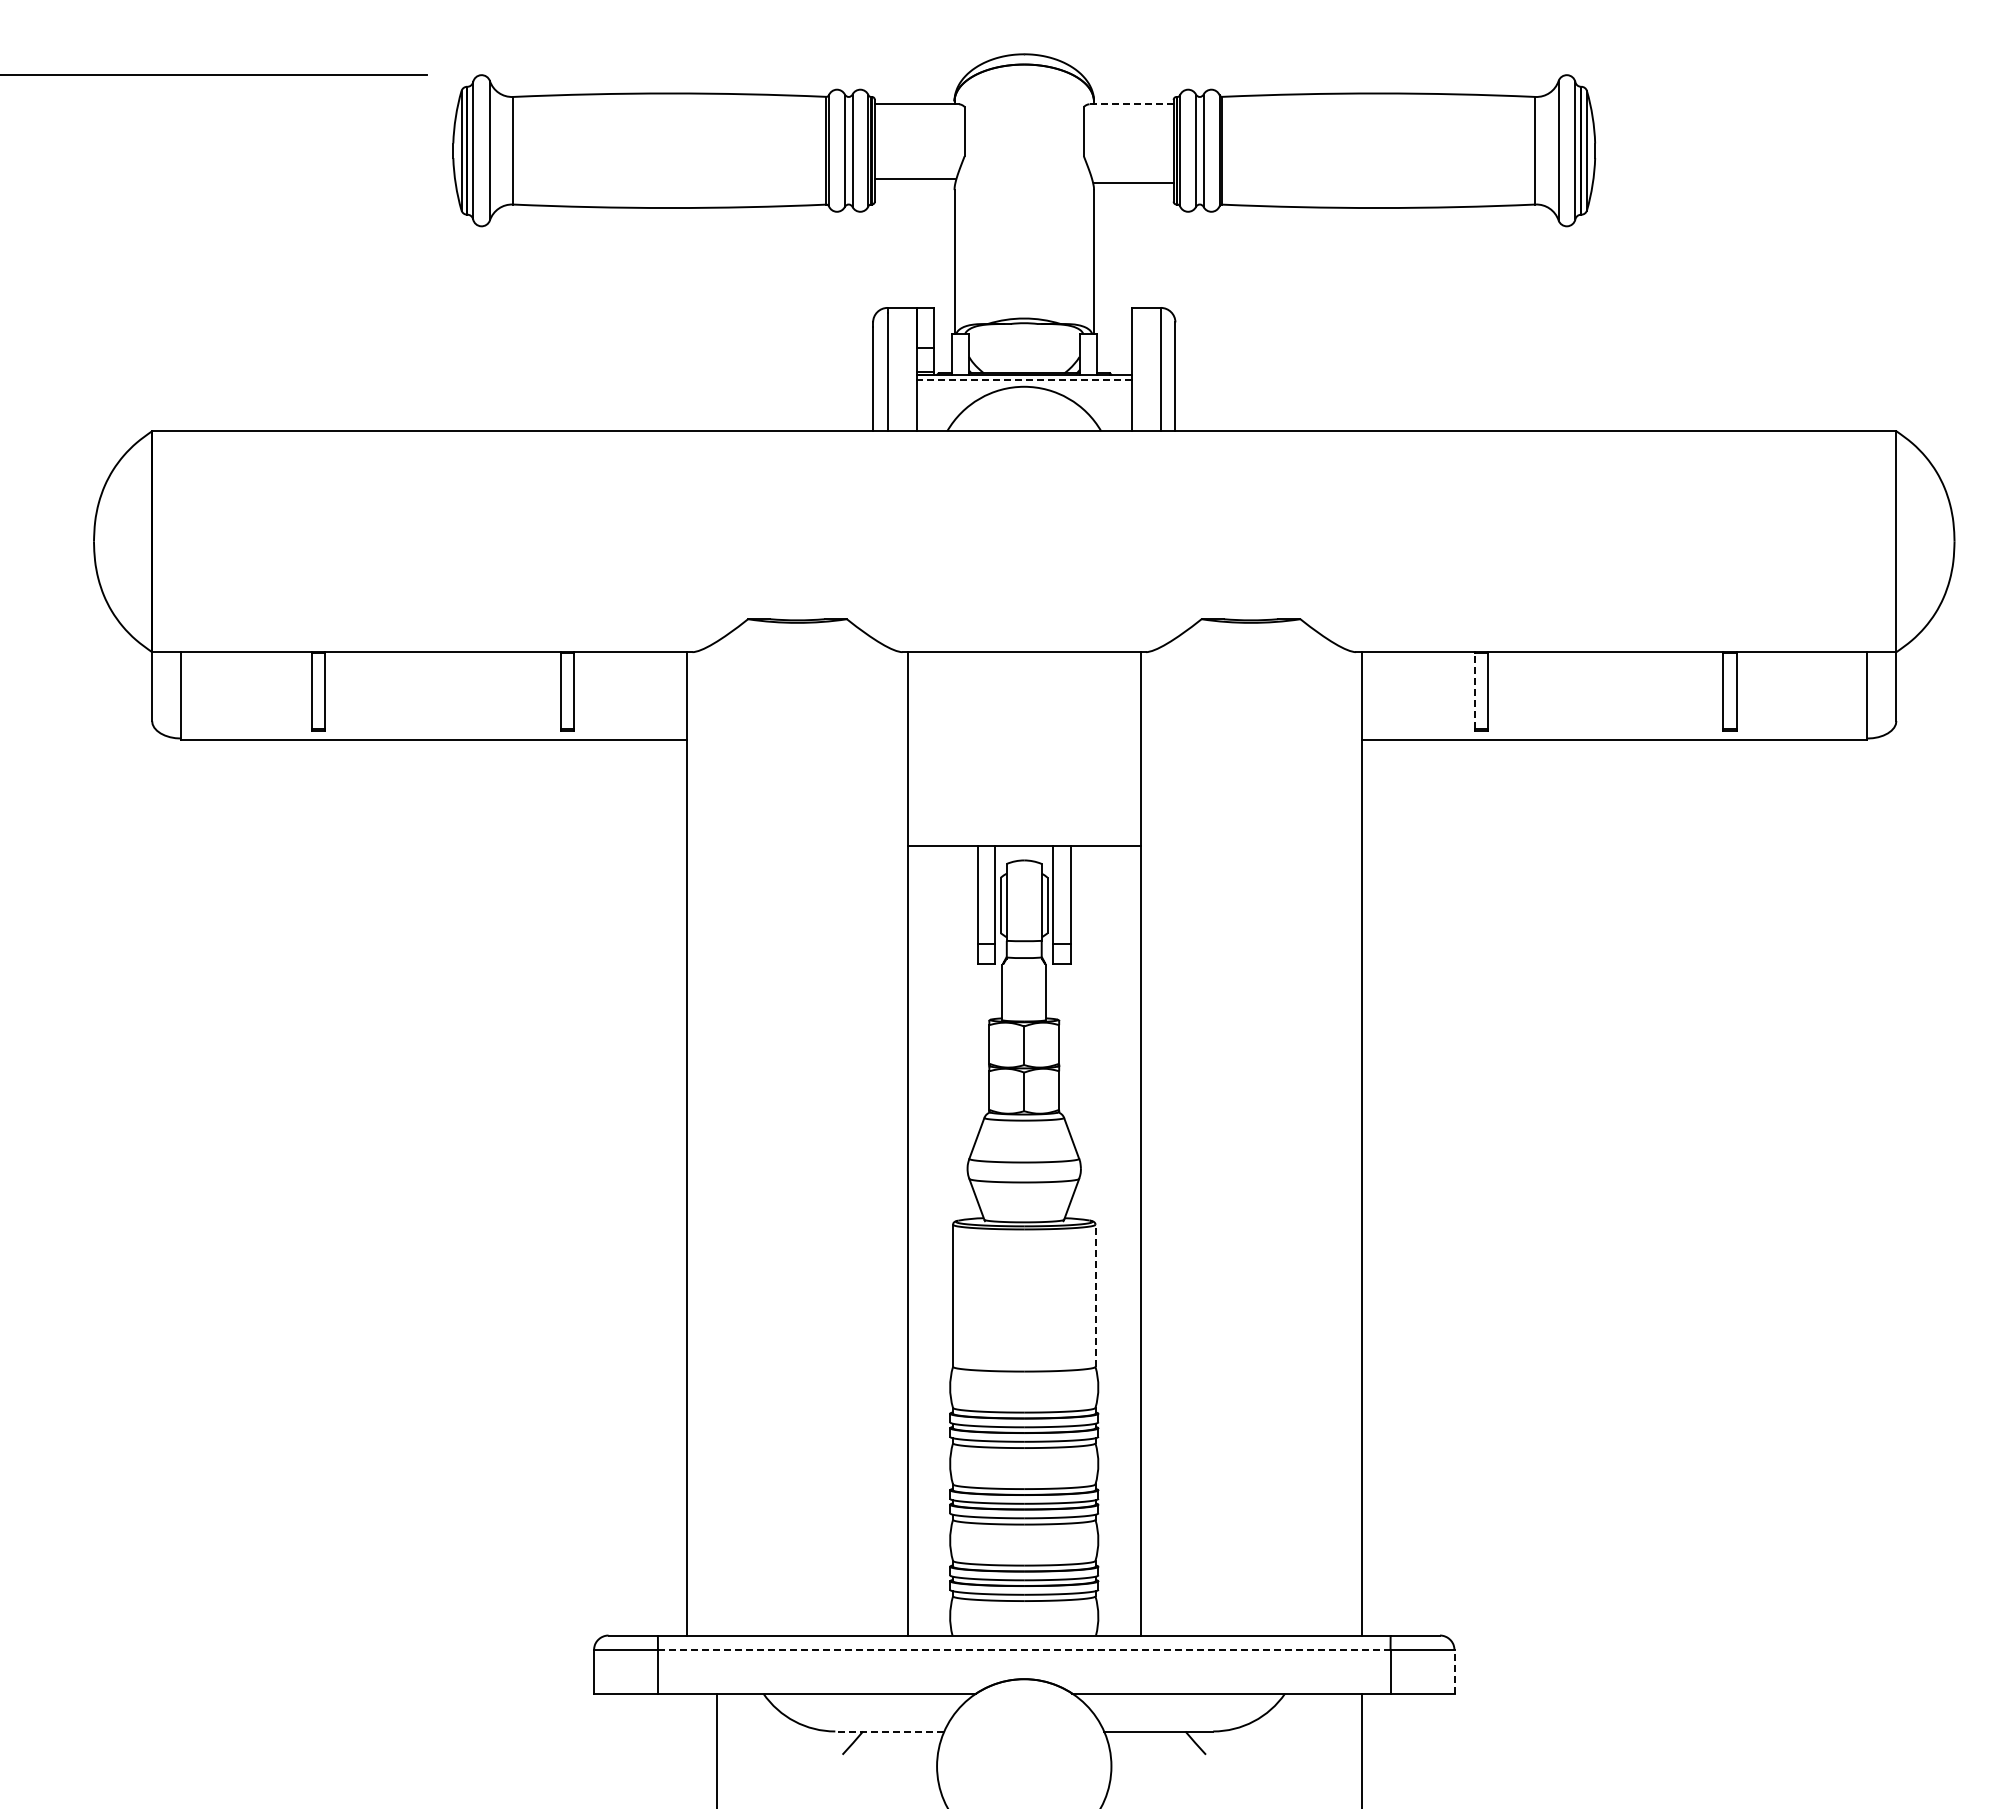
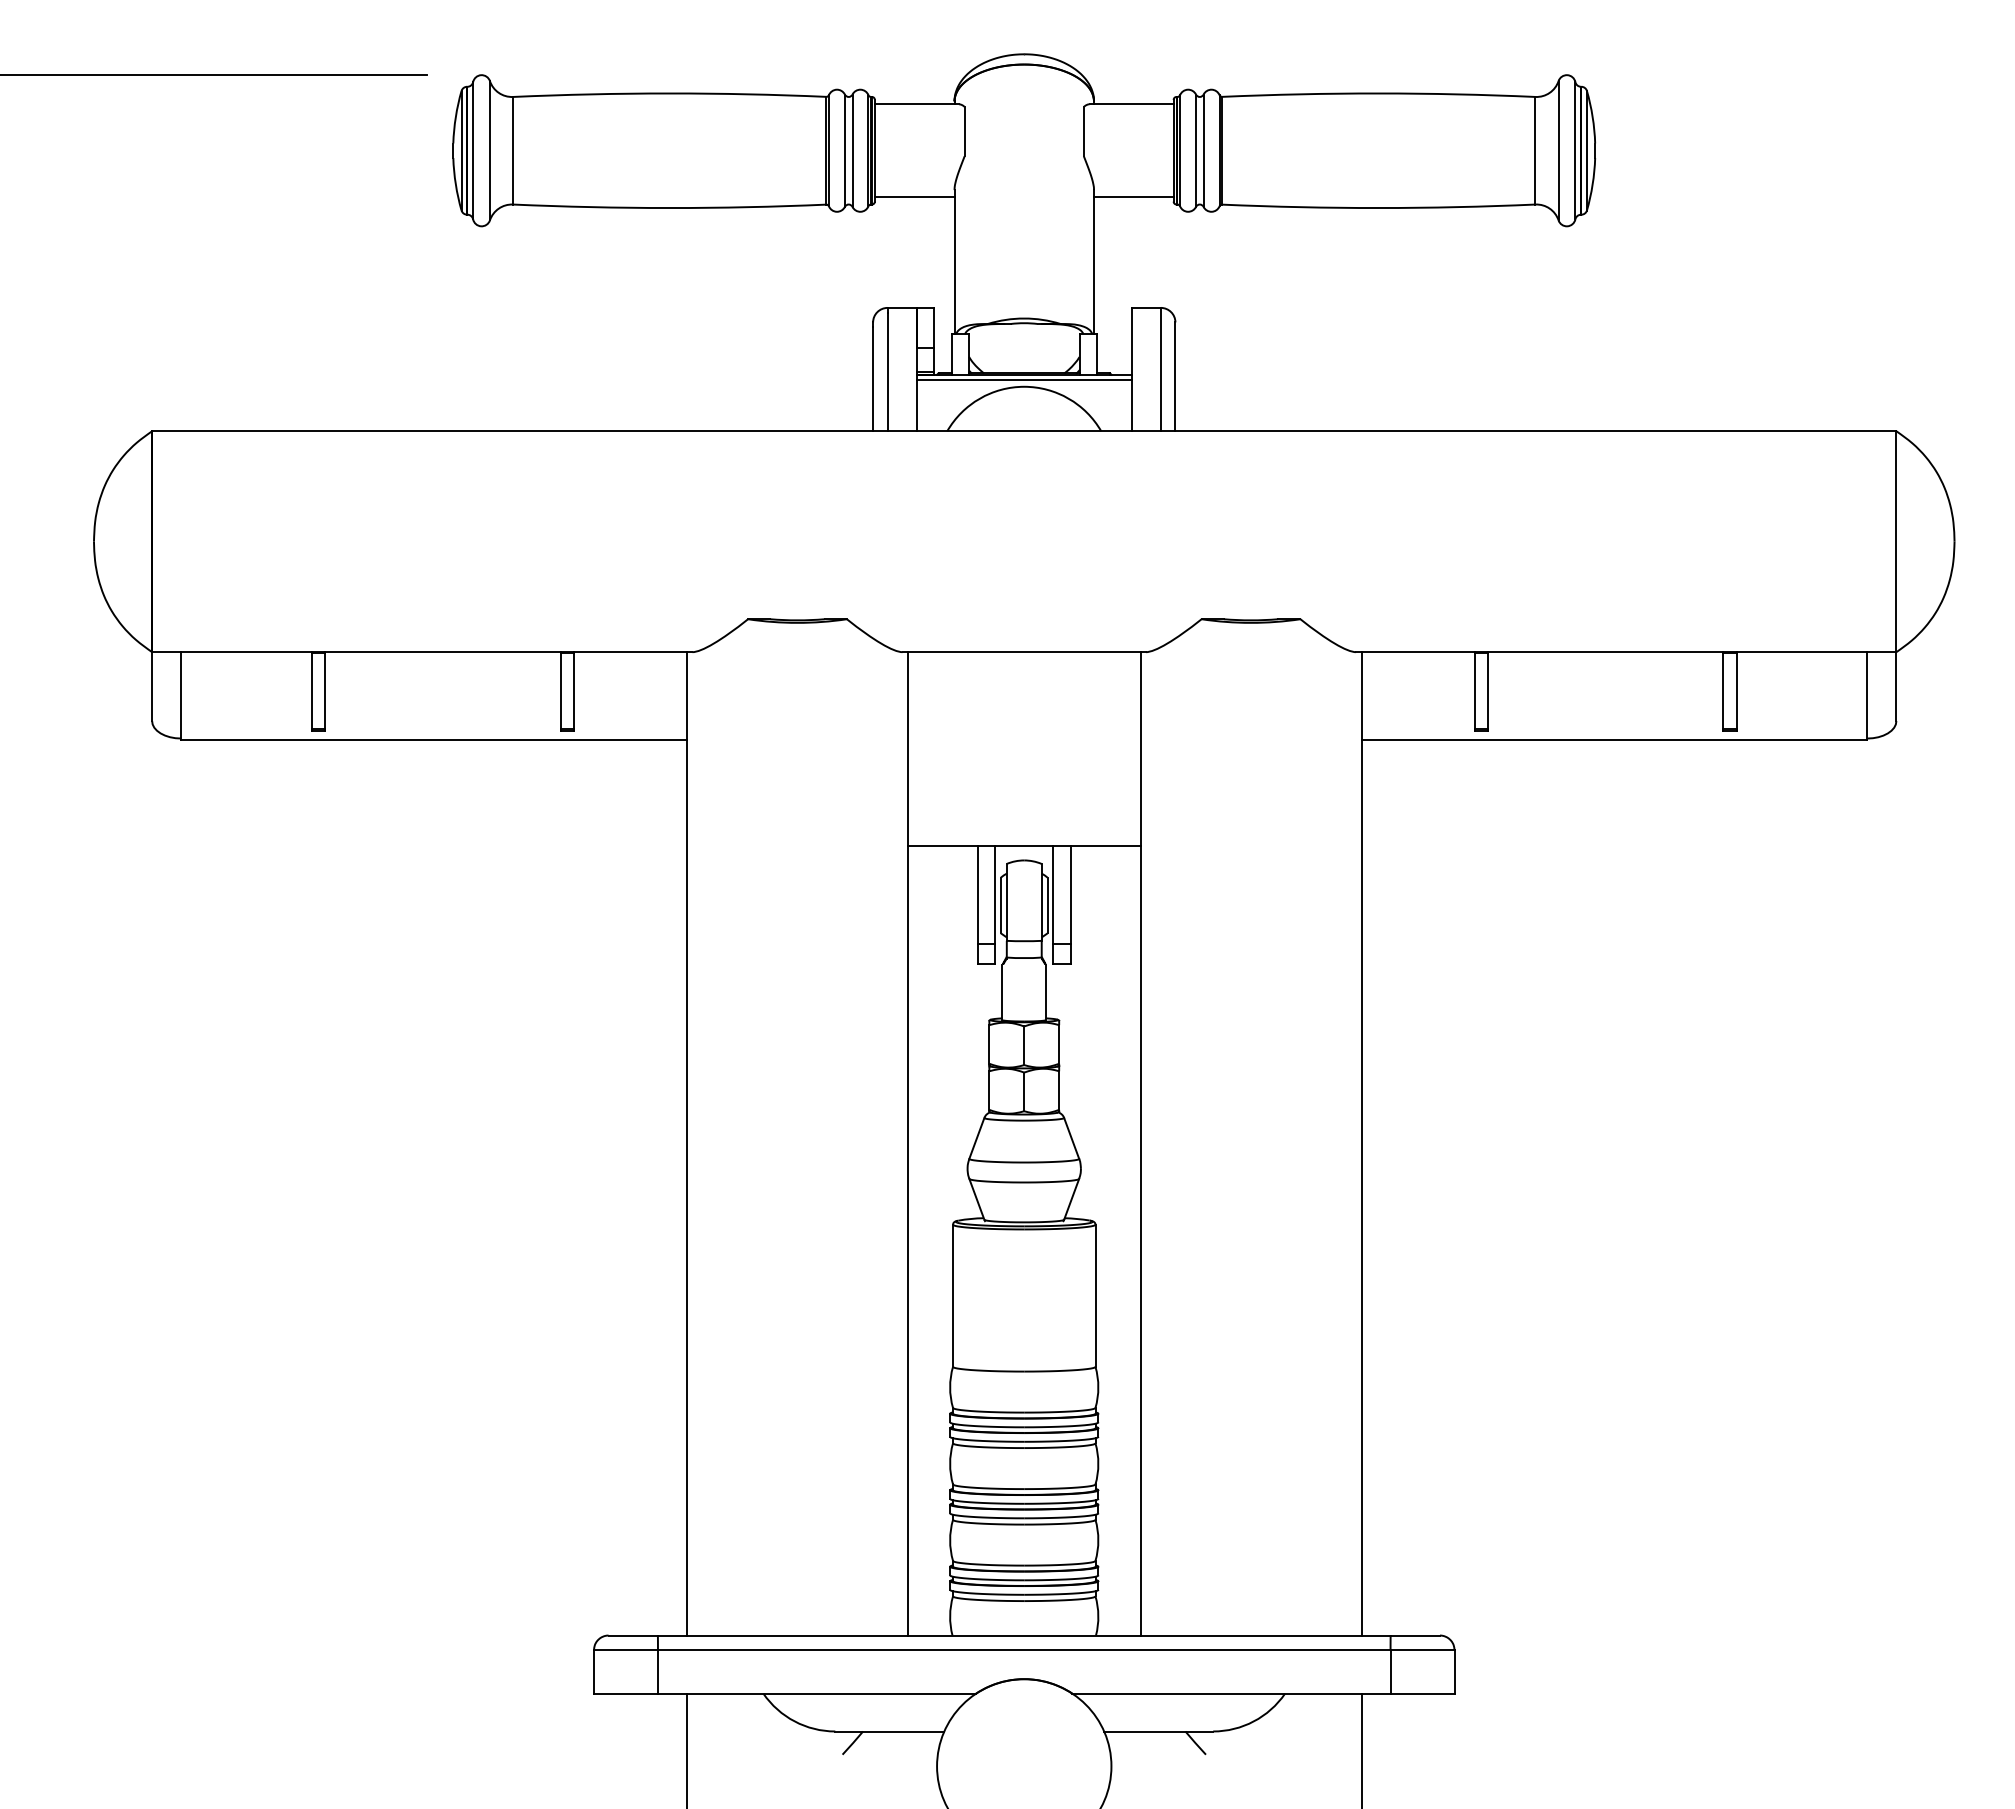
line at (1131, 104): dashed -> solid
line at (914, 179) position: (914, 179) -> (914, 197)
line at (1133, 183) position: (1133, 183) -> (1133, 197)
line at (1024, 380): dashed -> solid
line at (1474, 690): dashed -> solid
line at (1095, 1295): dashed -> solid
line at (1023, 1650): dashed -> solid
line at (1454, 1671): dashed -> solid
line at (889, 1731): dashed -> solid
line at (717, 1749) position: (717, 1749) -> (687, 1749)
